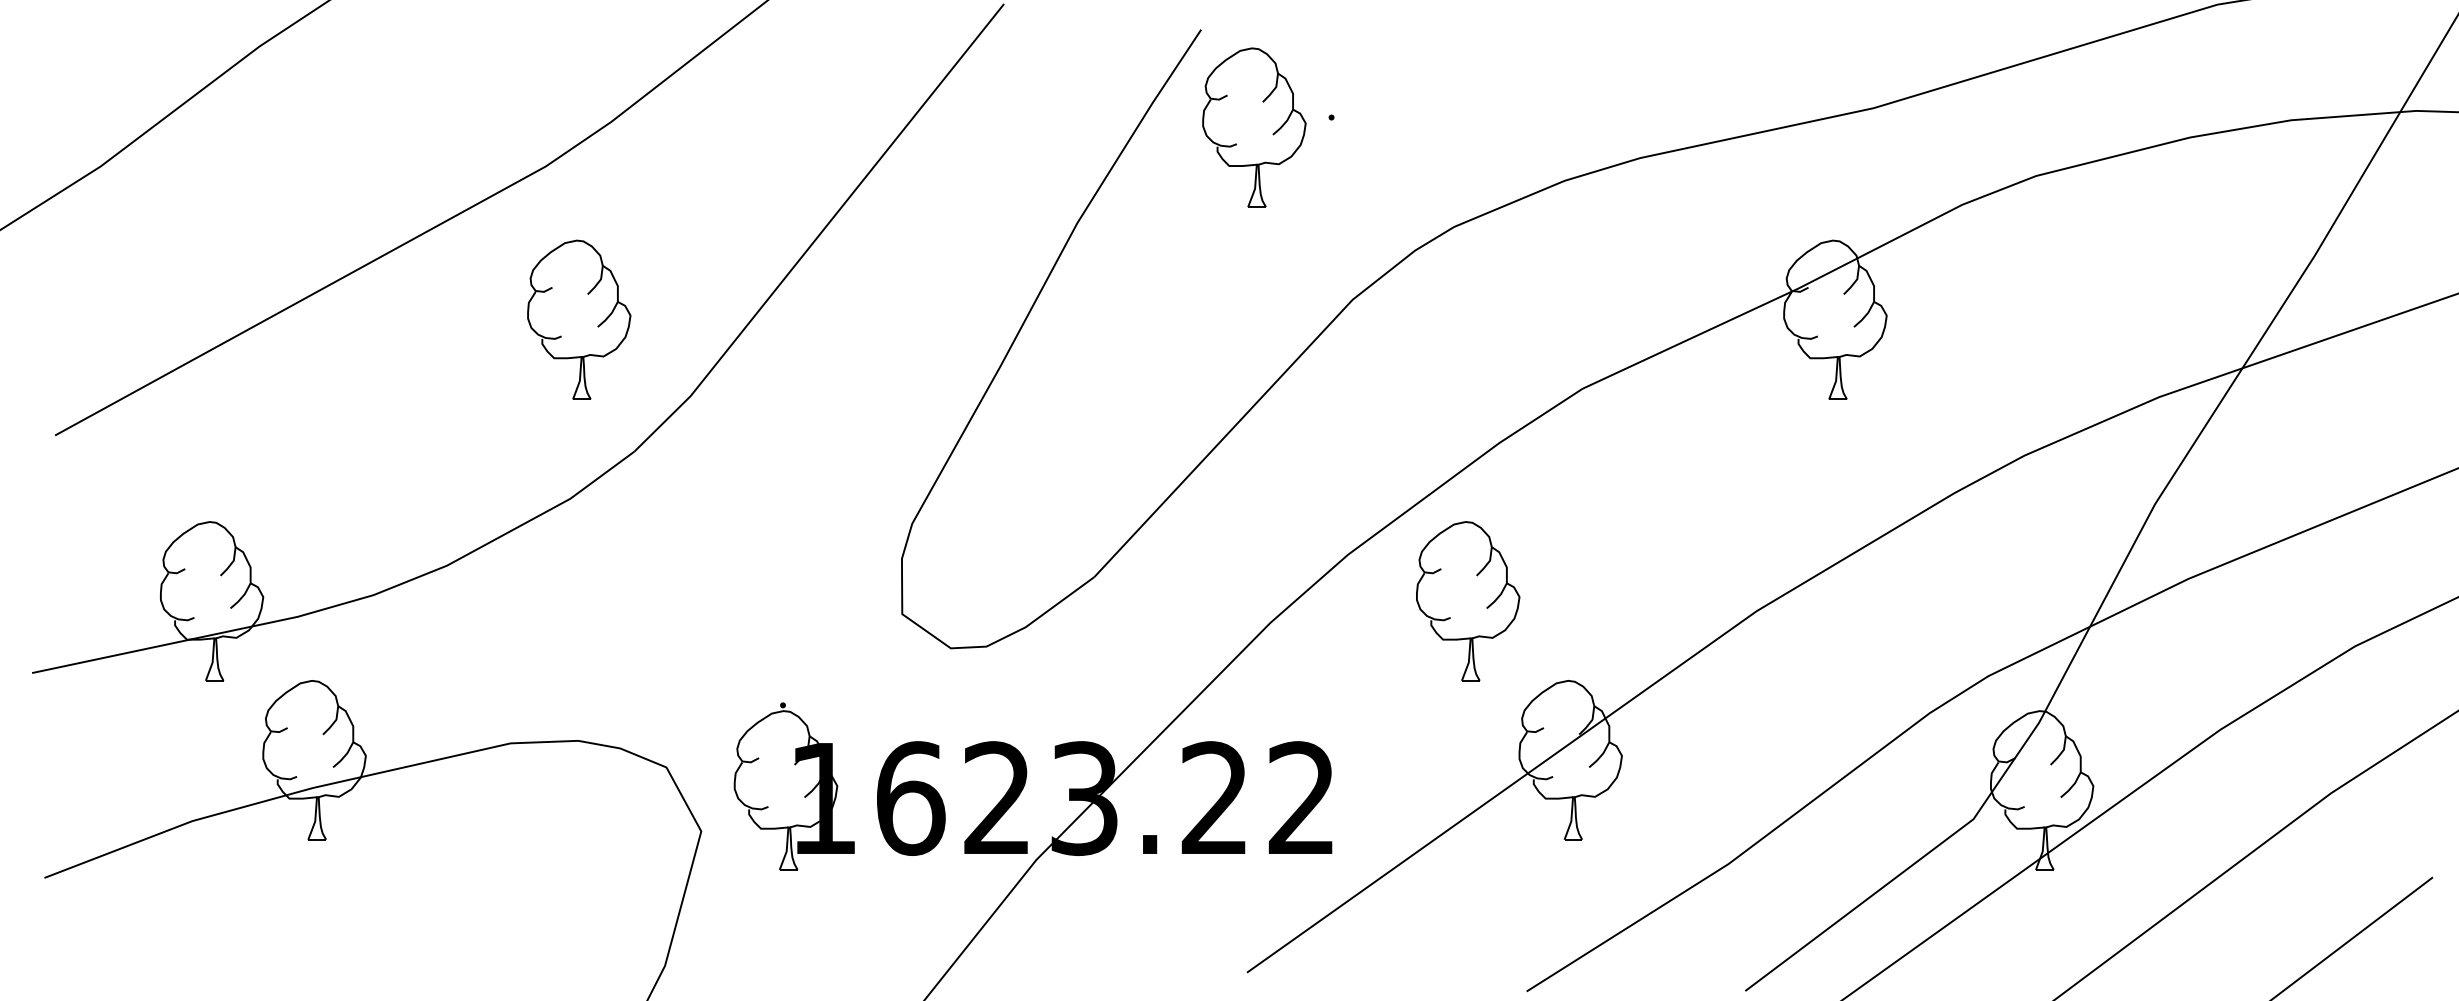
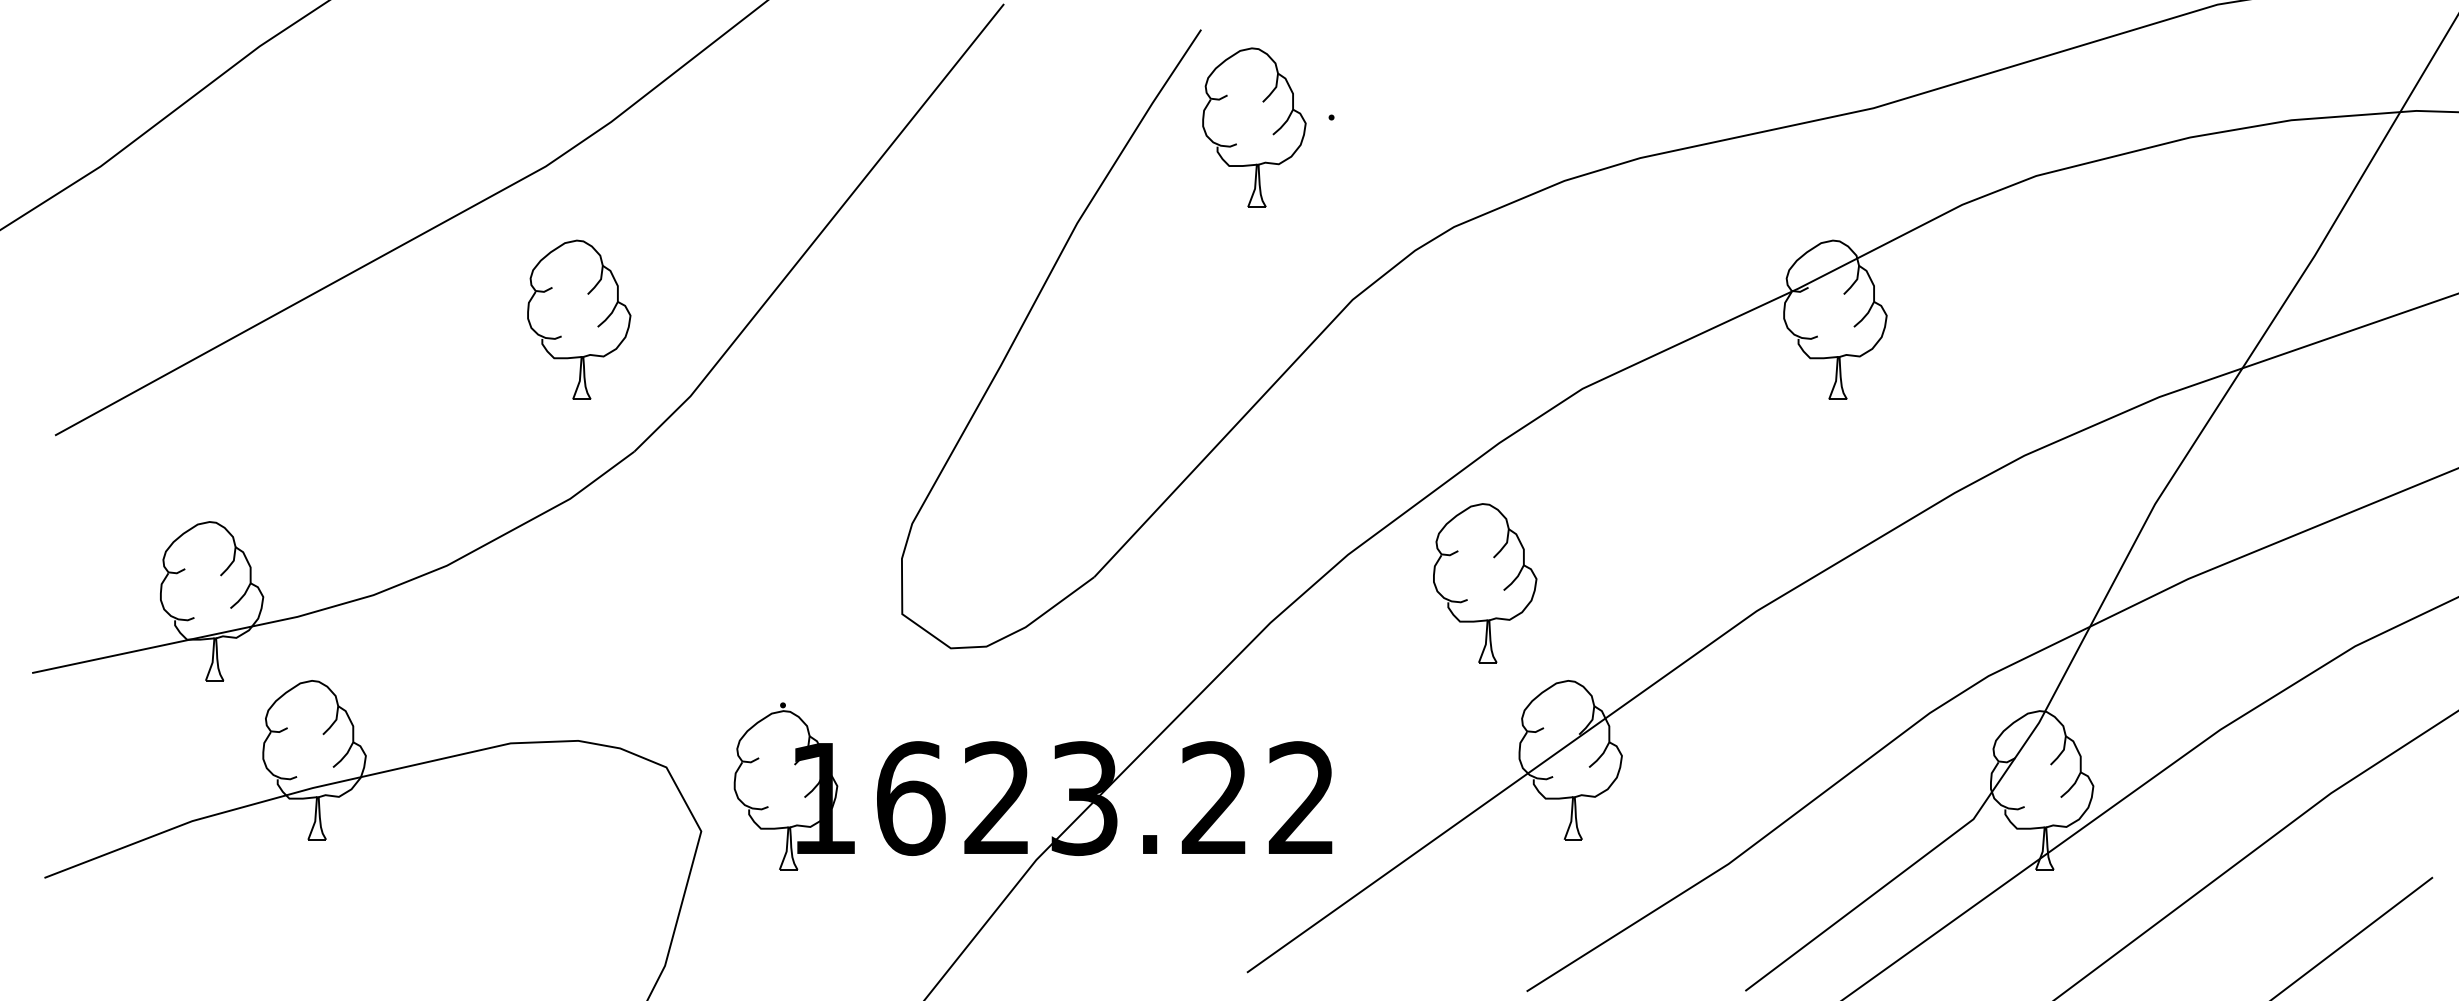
part at (1468, 601) position: (1468, 601) -> (1485, 583)
